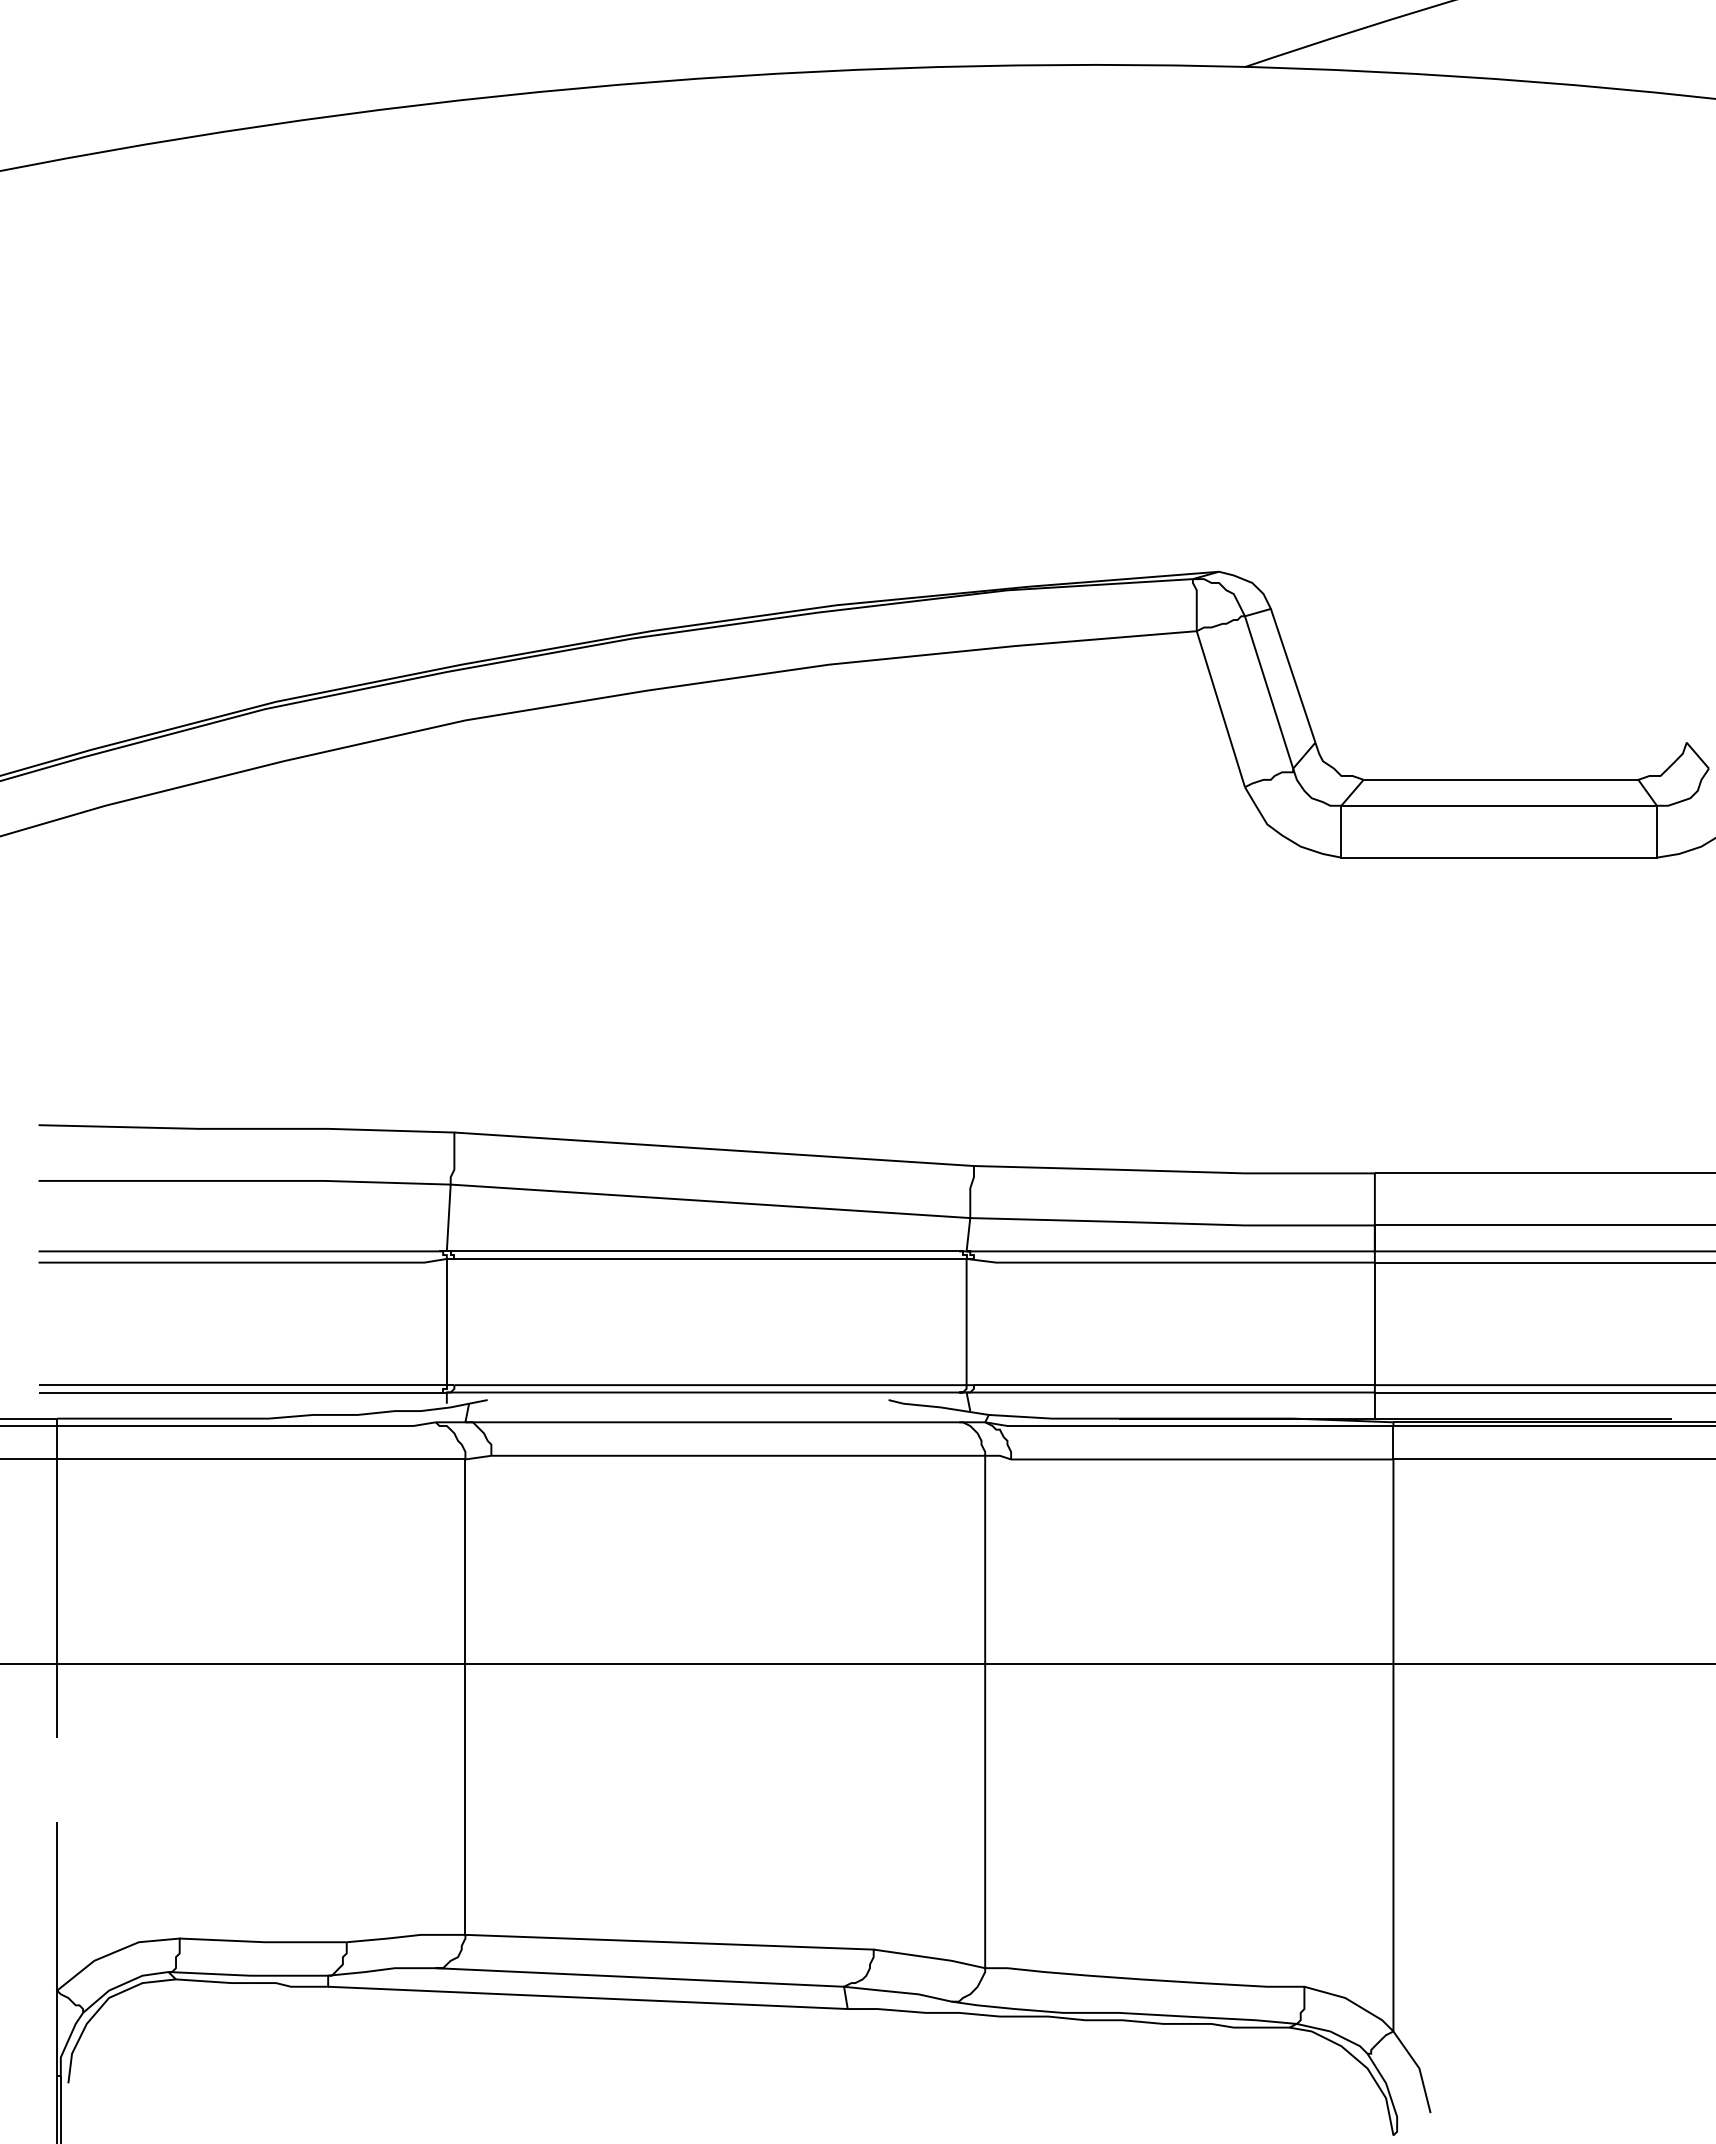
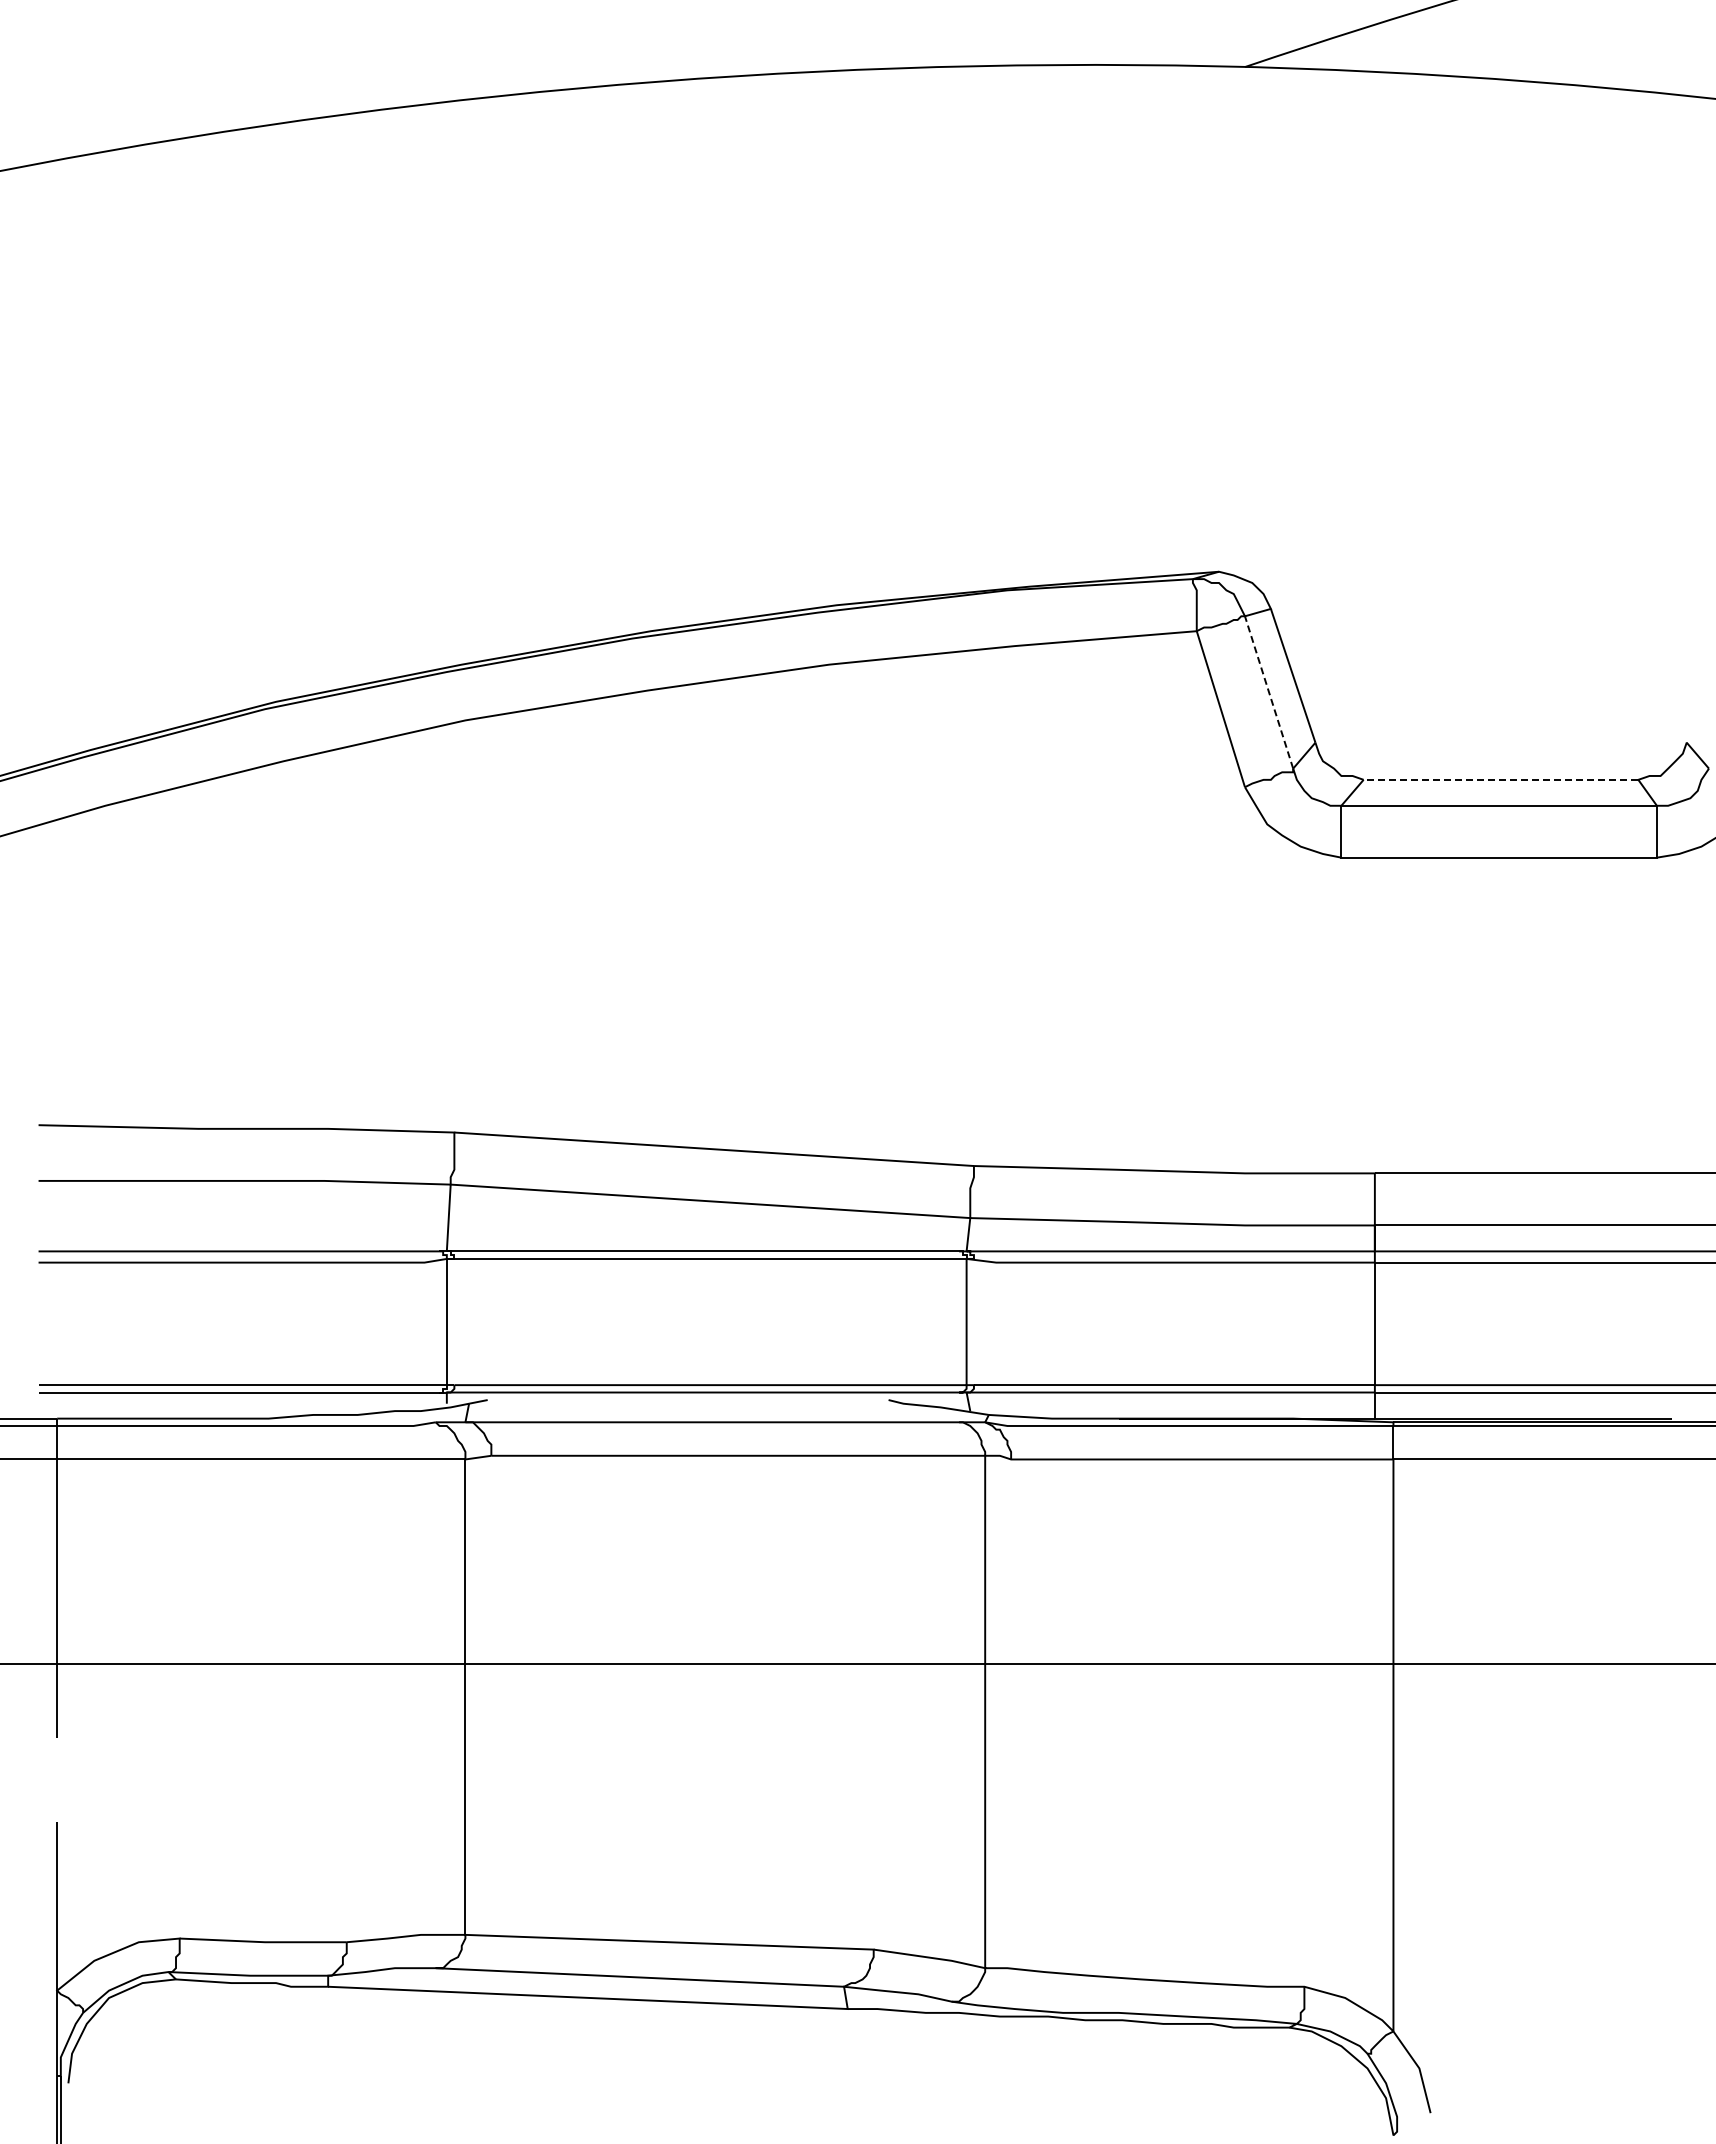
line at (1269, 692): solid -> dashed
line at (1500, 779): solid -> dashed
